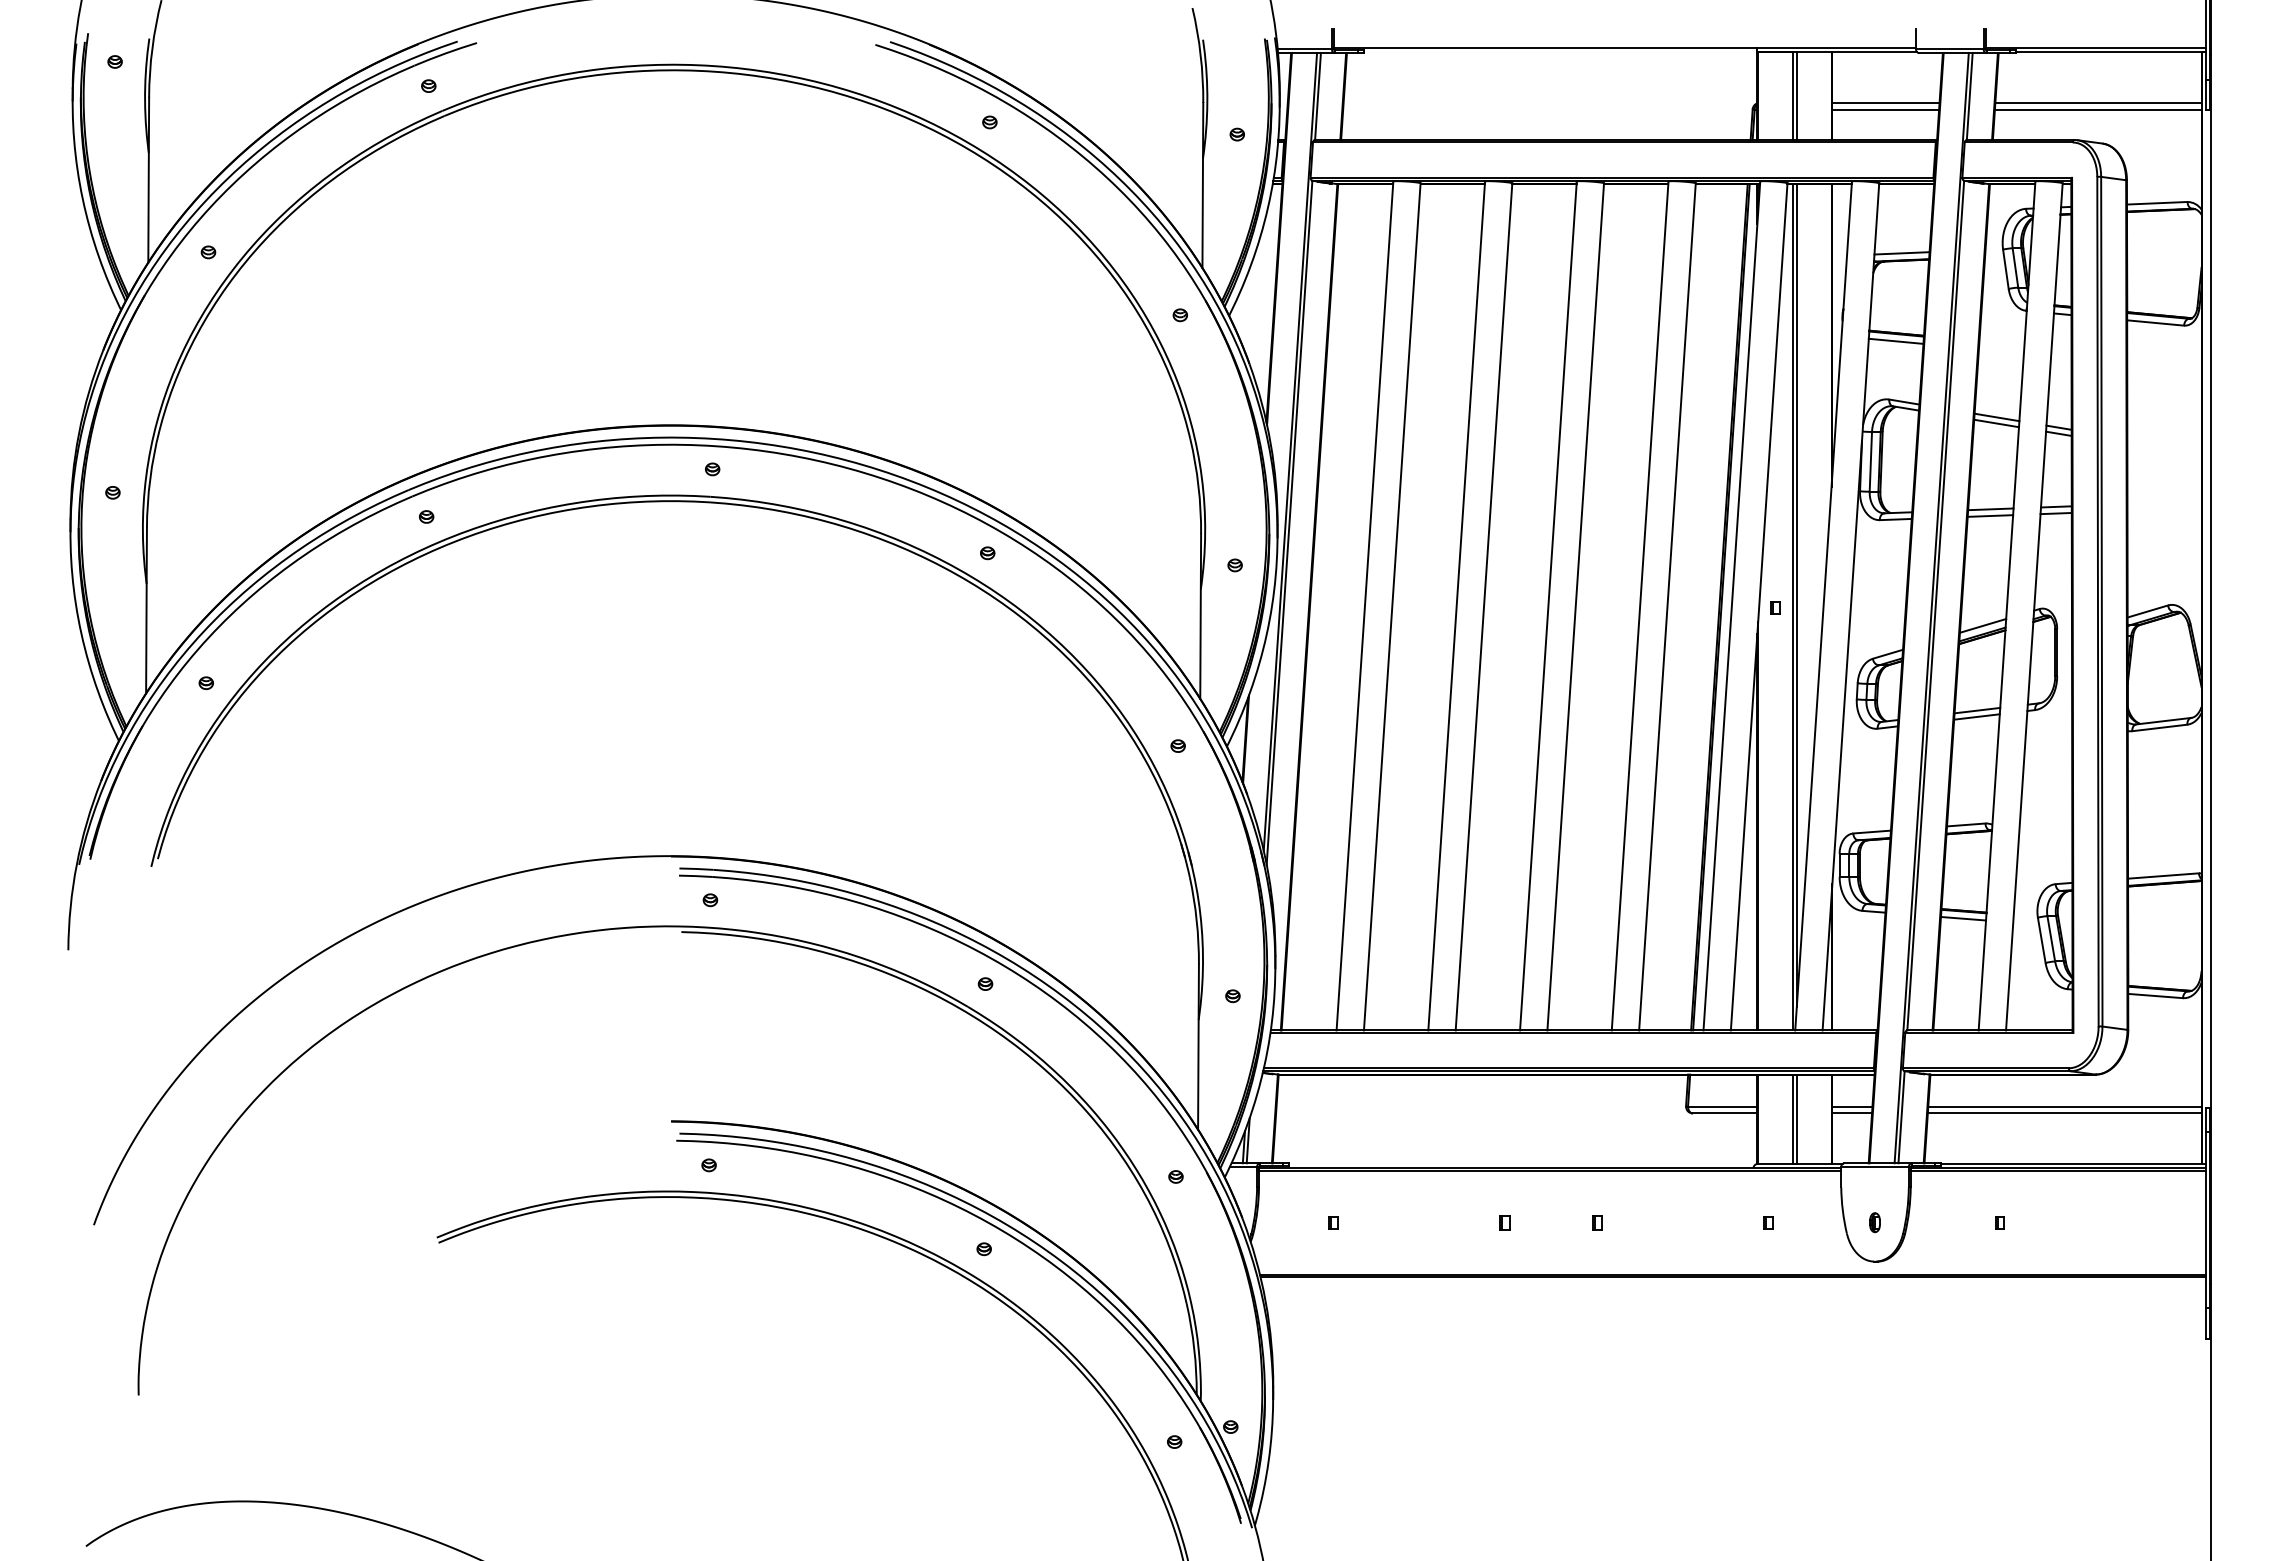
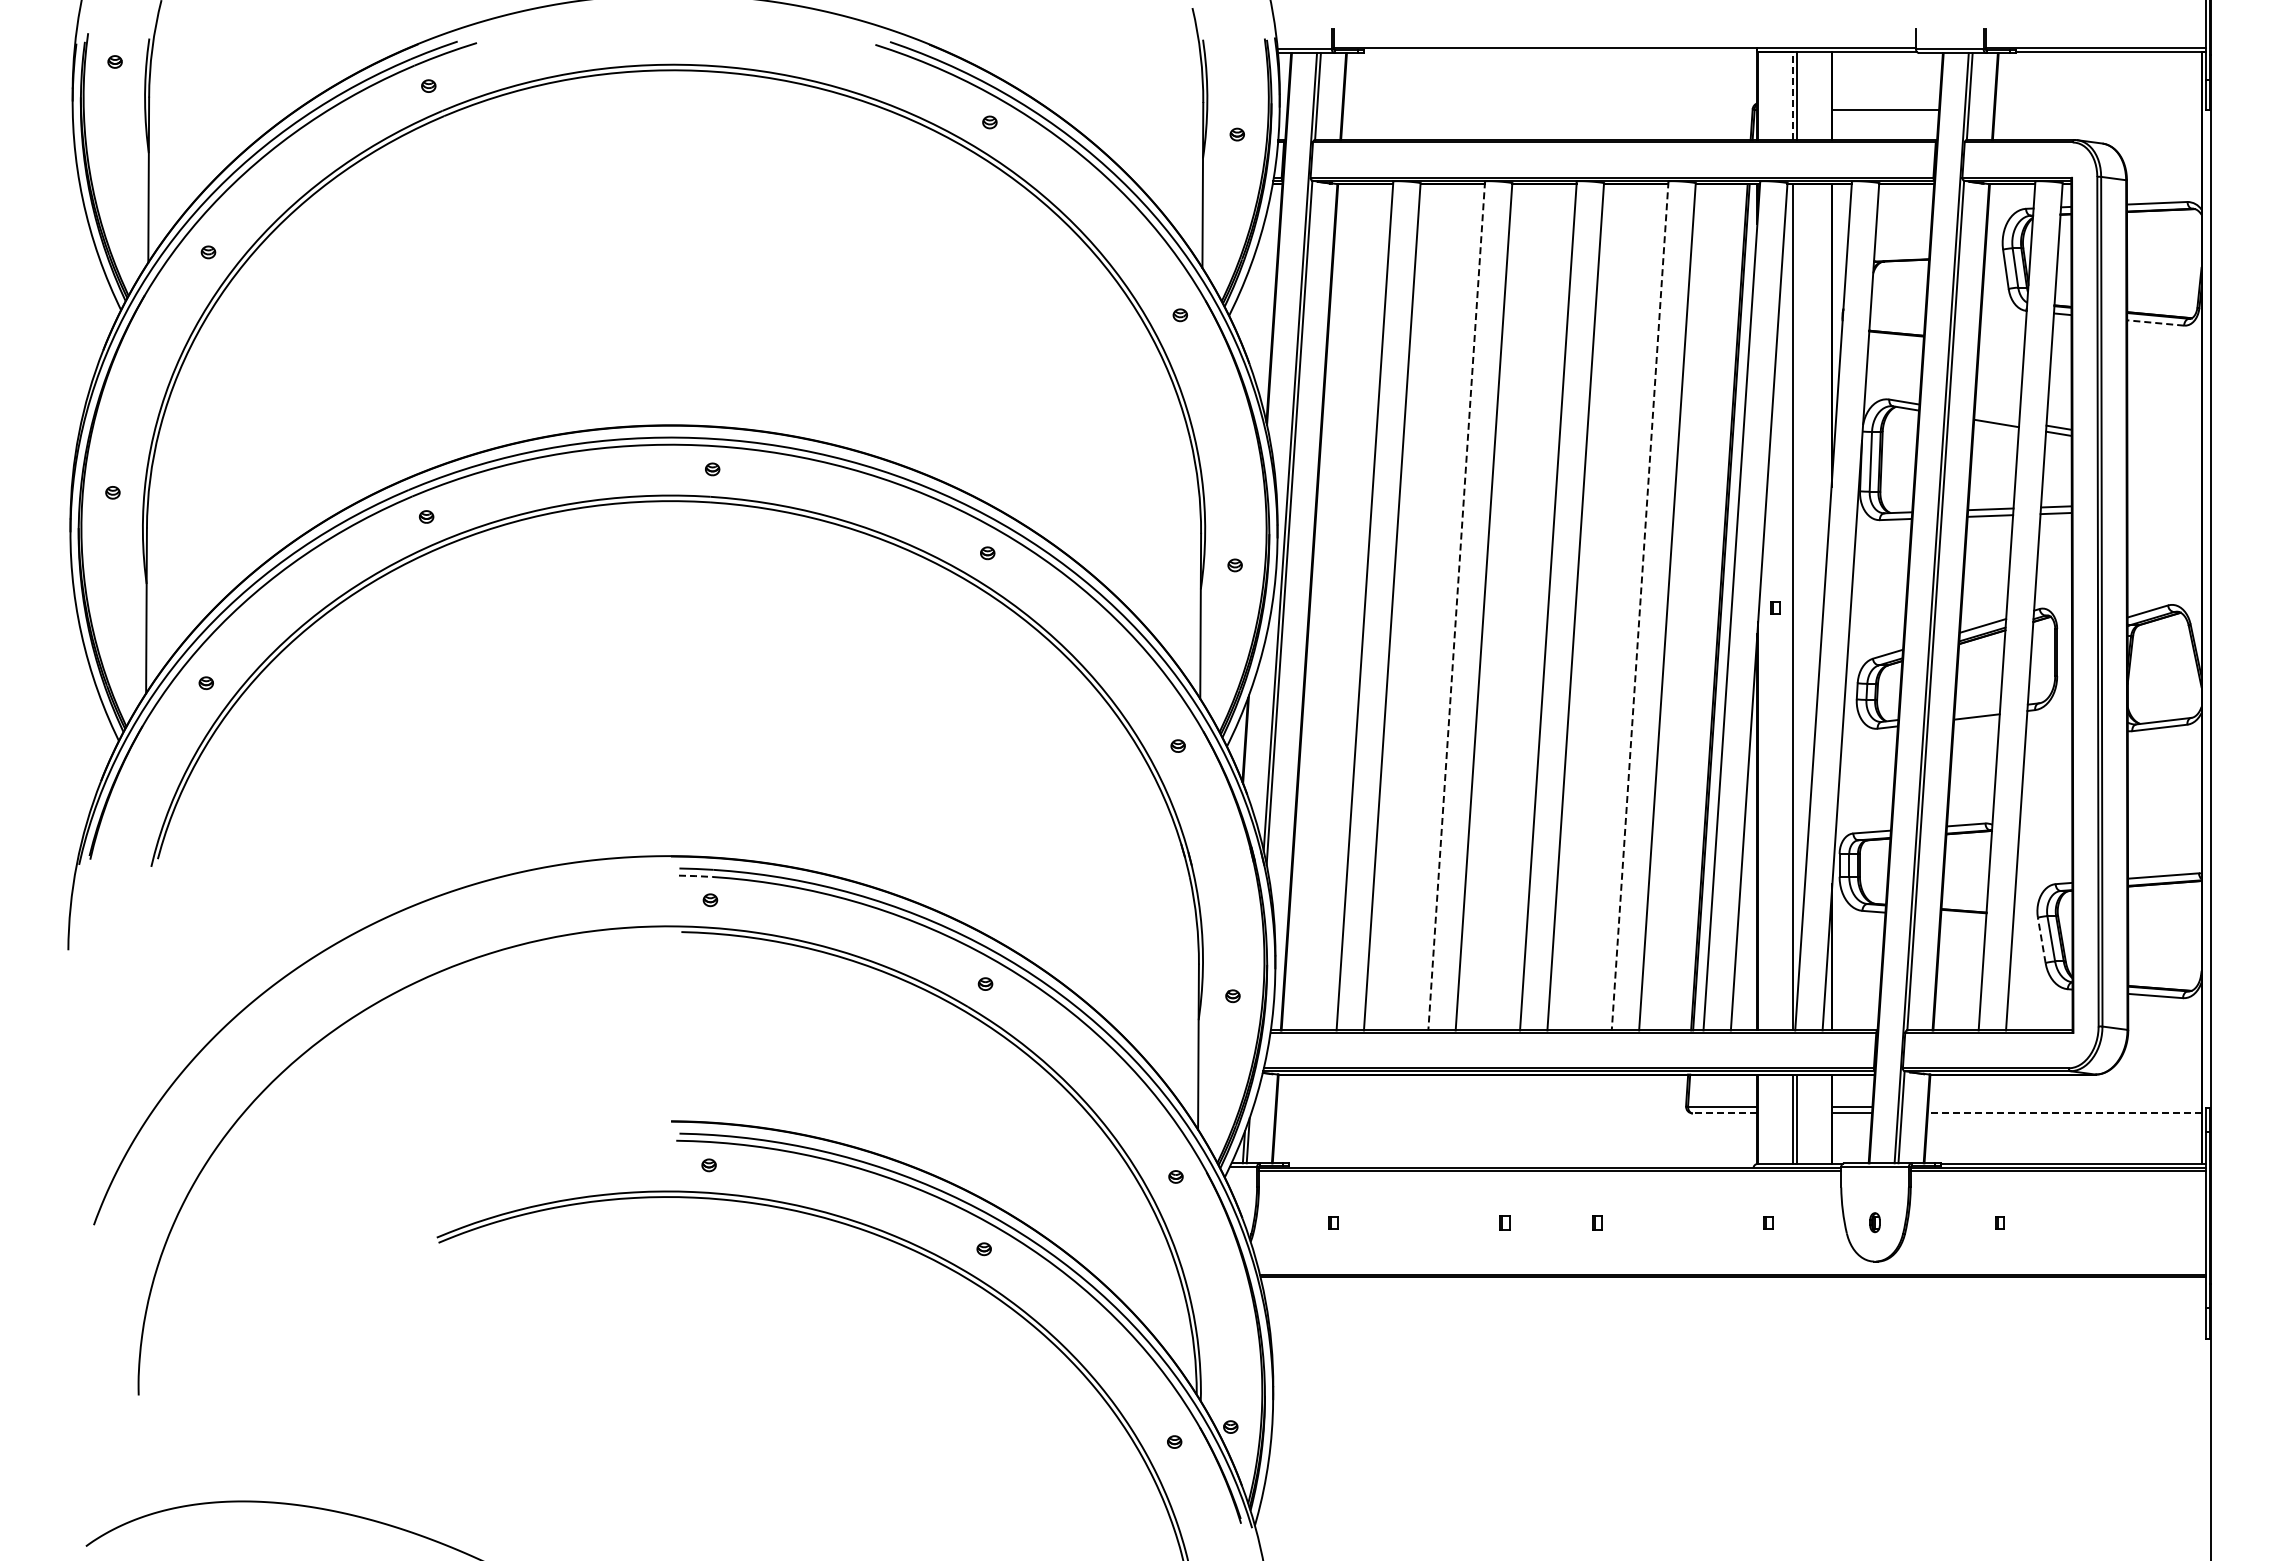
line at (1792, 96): solid -> dashed
line at (1885, 102): present -> none
line at (2098, 102): present -> none
line at (2097, 109): present -> none
line at (1901, 253): present -> none
line at (2155, 322): solid -> dashed
line at (1895, 340): present -> none
line at (1996, 417): present -> none
line at (1796, 595): present -> none
line at (1456, 606): solid -> dashed
line at (1640, 606): solid -> dashed
line at (1977, 710): present -> none
line at (695, 876): solid -> dashed
line at (1963, 918): present -> none
line at (2041, 940): solid -> dashed
line at (2064, 1106): present -> none
line at (1724, 1113): solid -> dashed
line at (2064, 1113): solid -> dashed
